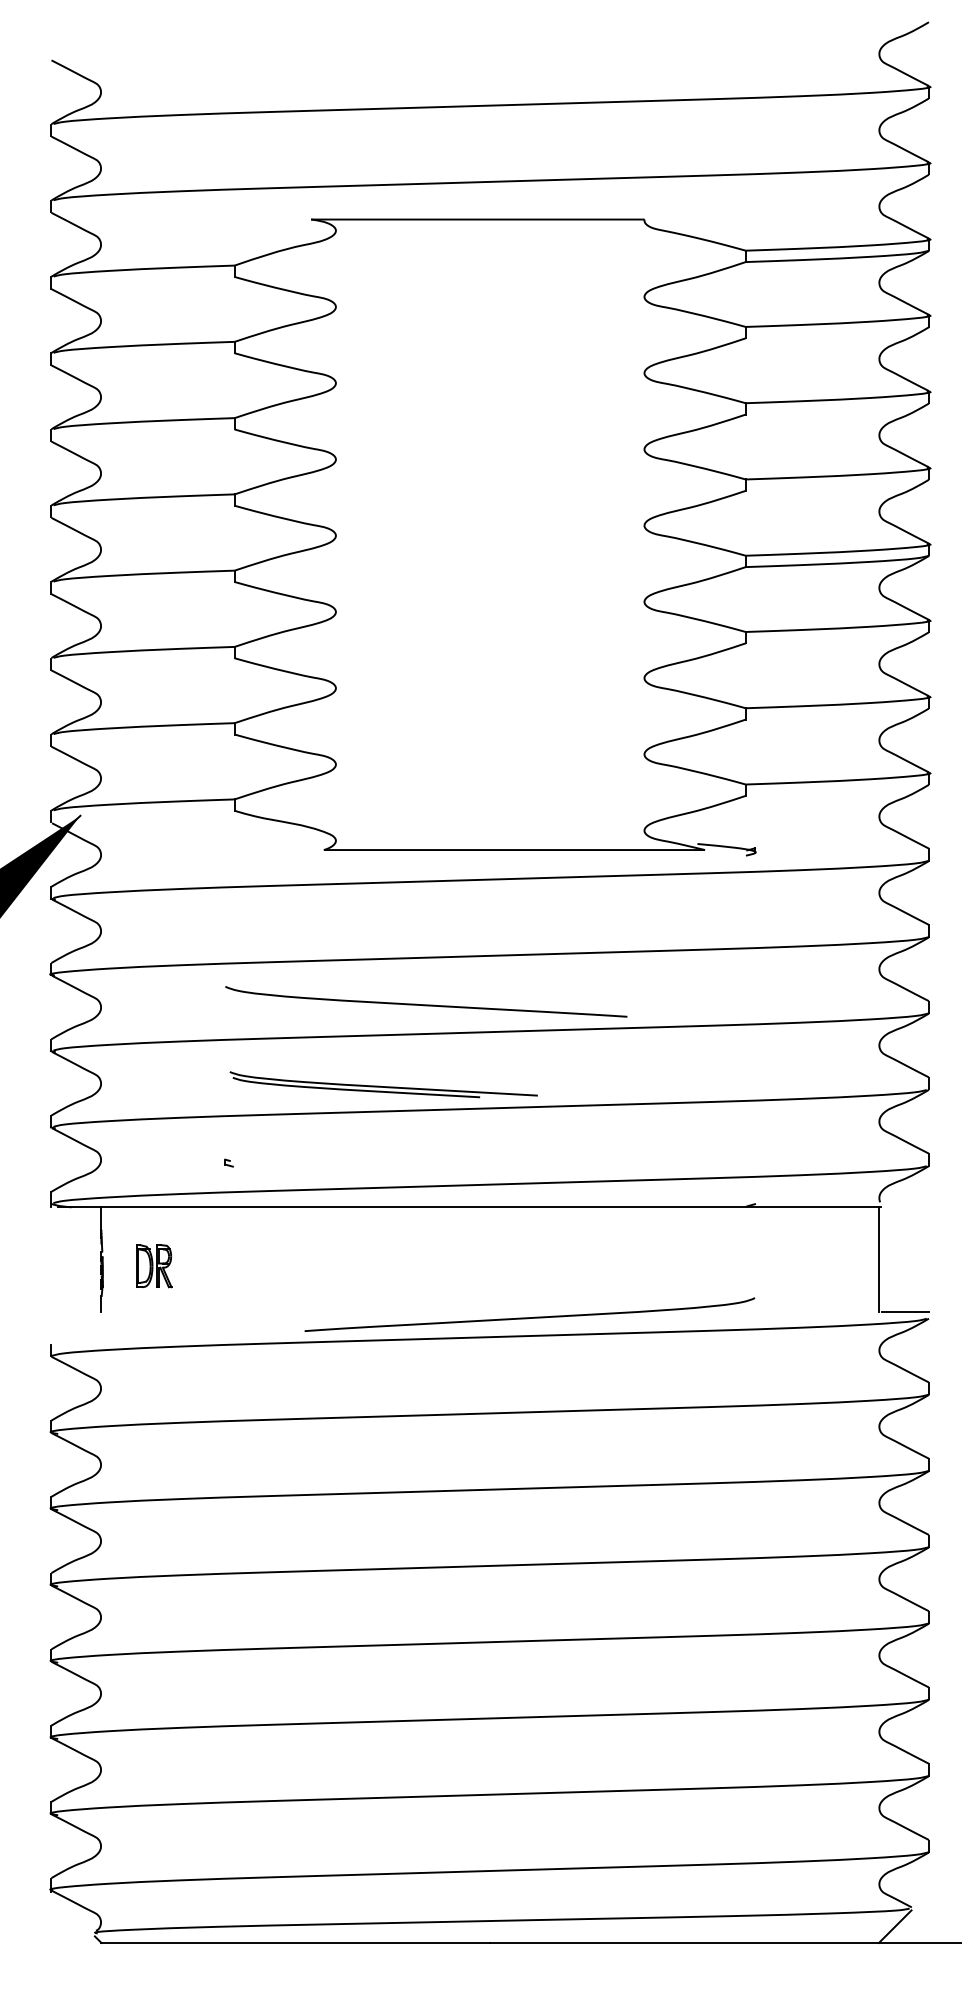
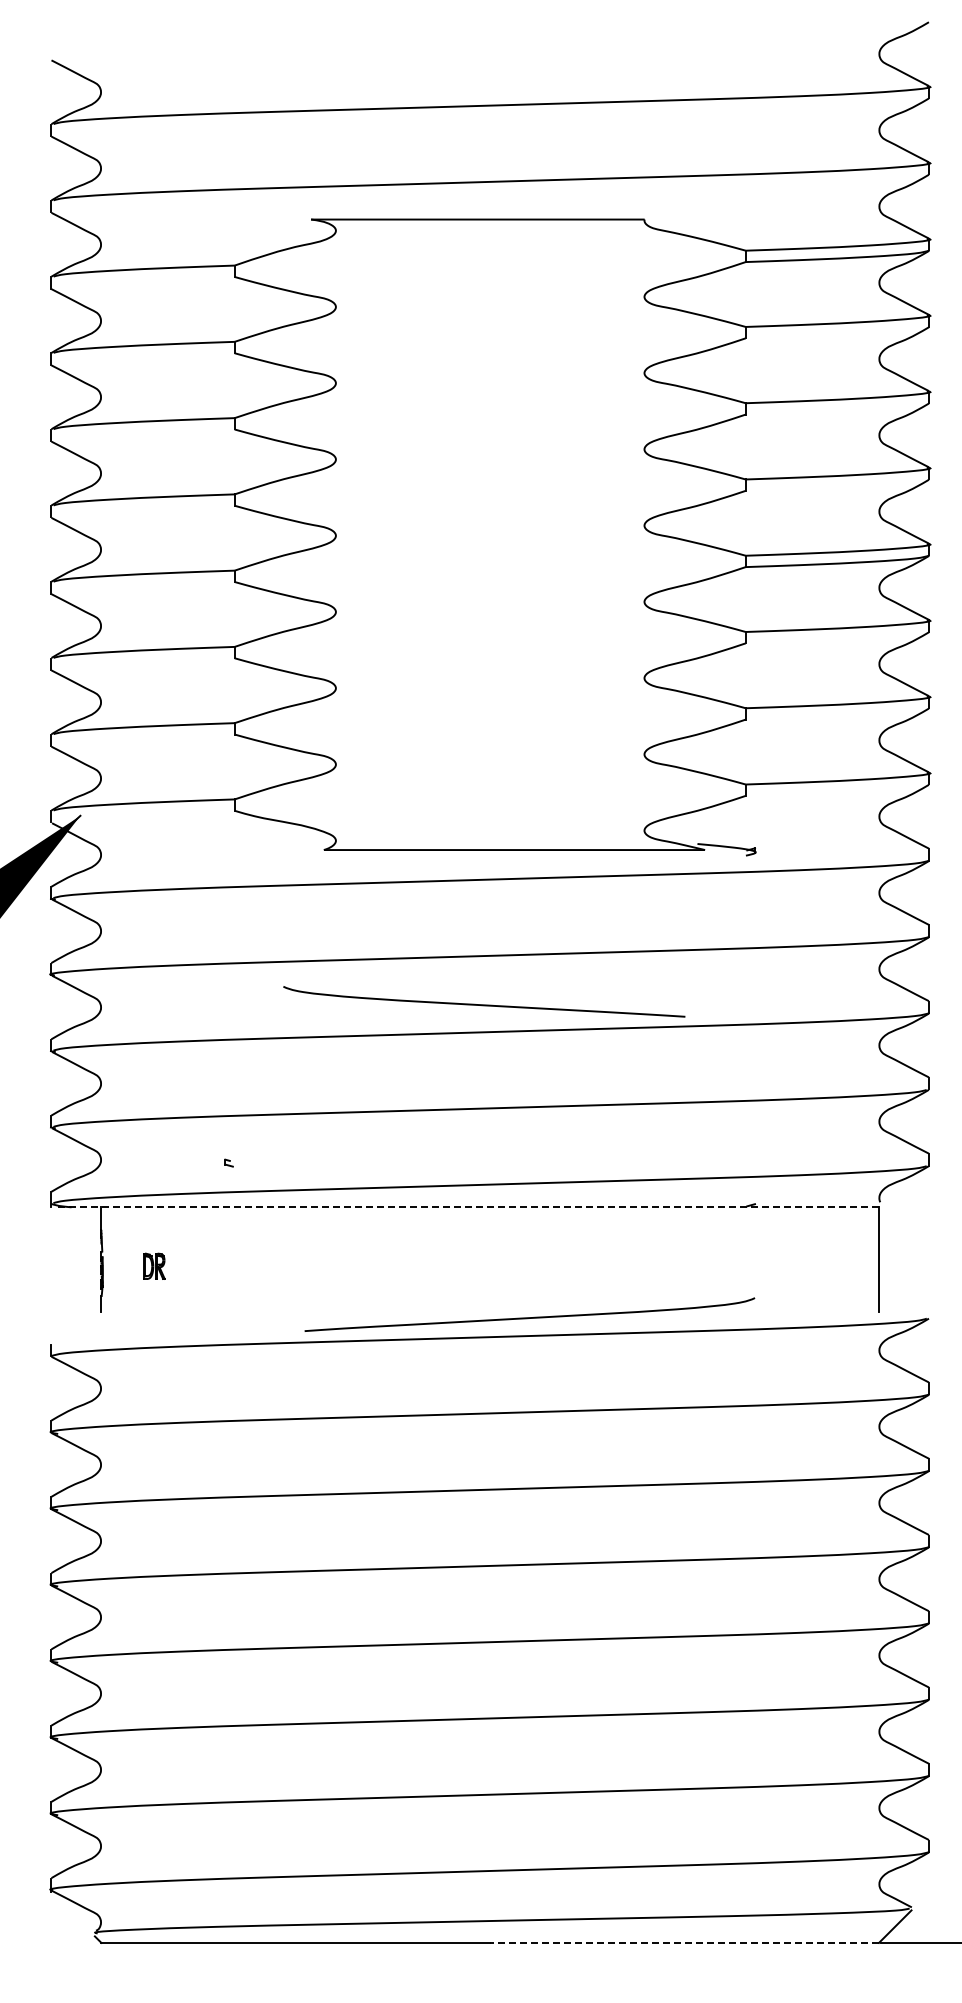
curve at (426, 1004) position: (426, 1004) -> (484, 1004)
part at (383, 1084): present -> none
line at (469, 1207): solid -> dashed
part at (154, 1266) size: 37x45 px -> 23x28 px
line at (905, 1312): present -> none
line at (684, 1942): solid -> dashed
